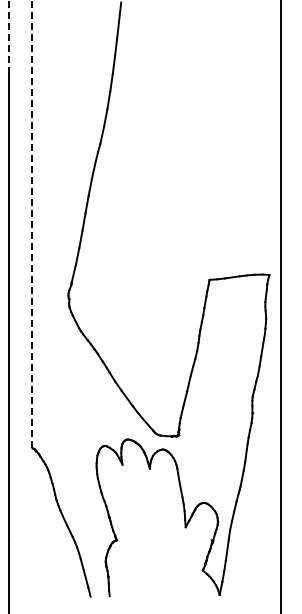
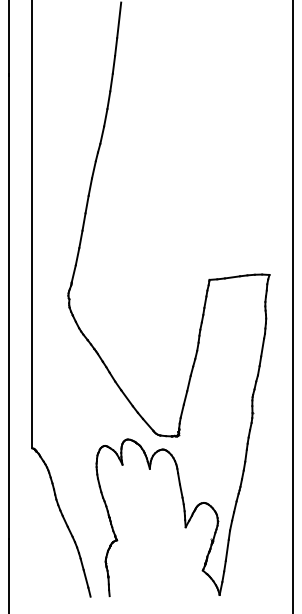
line at (9, 36): dashed -> solid
line at (32, 224): dashed -> solid
line at (280, 306) position: (280, 306) -> (292, 306)
